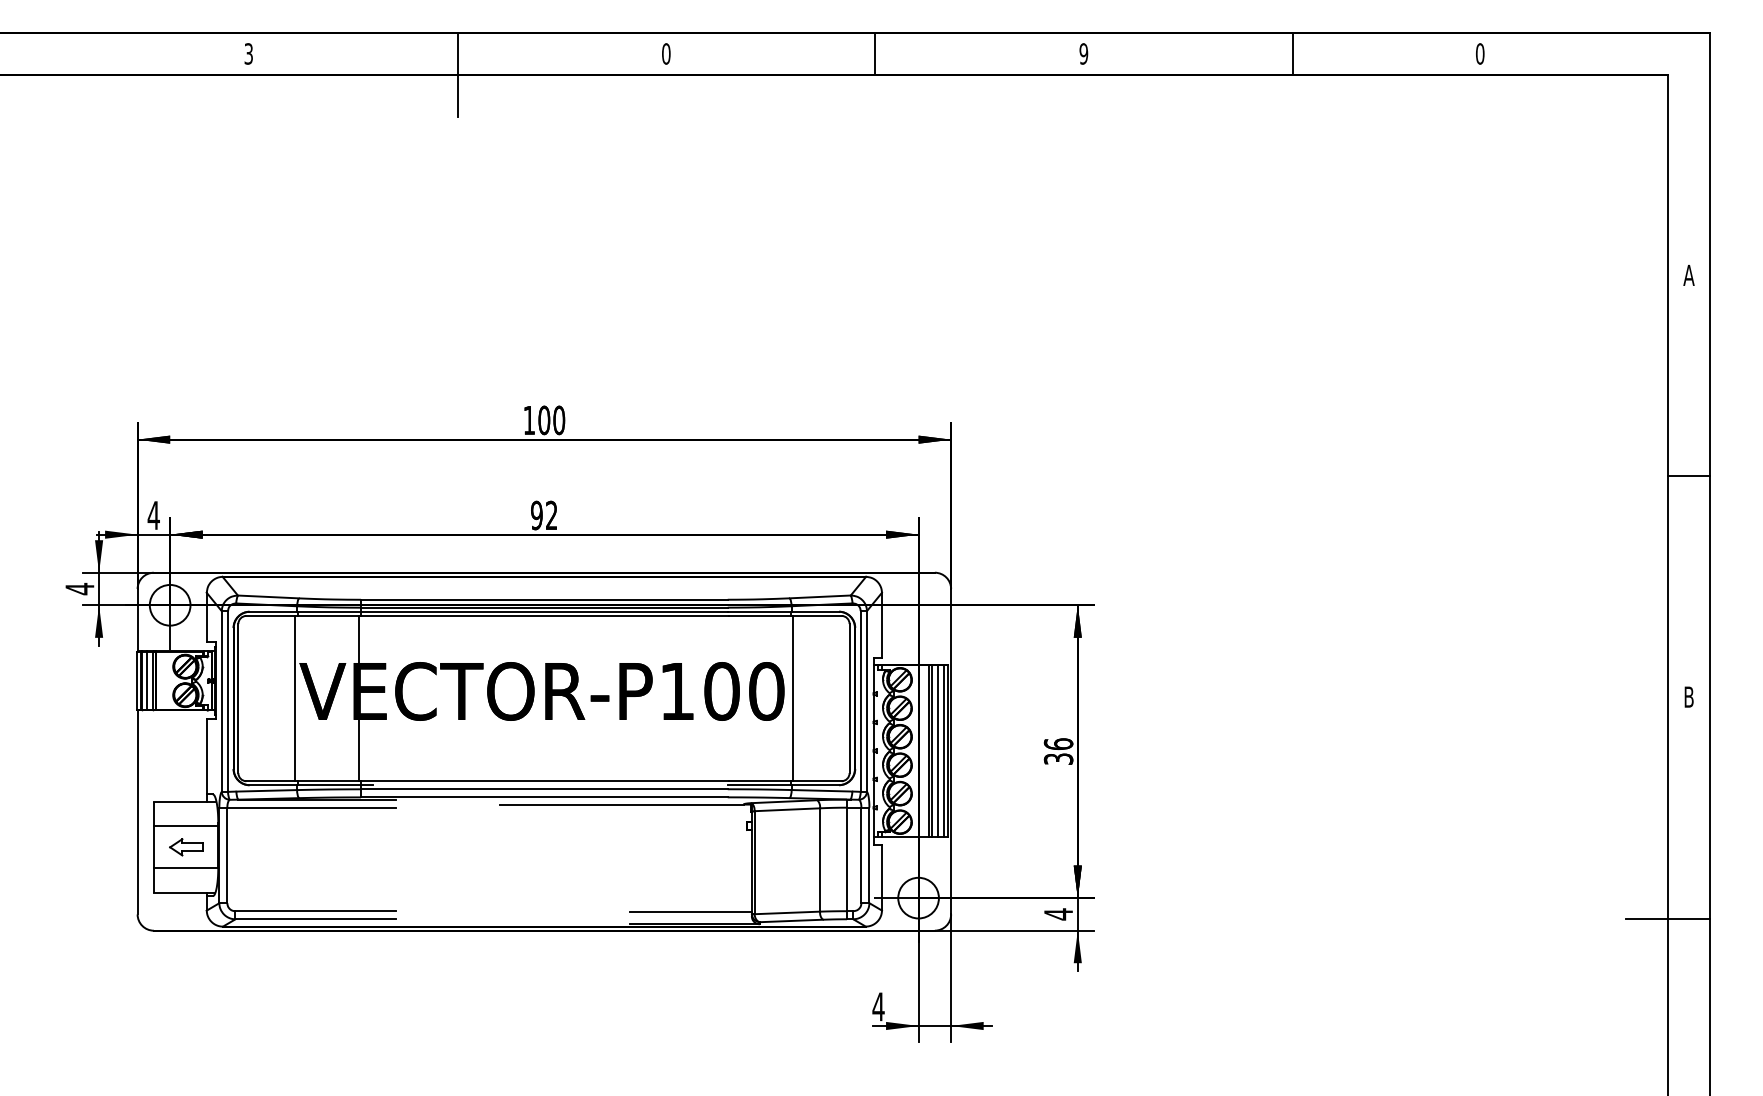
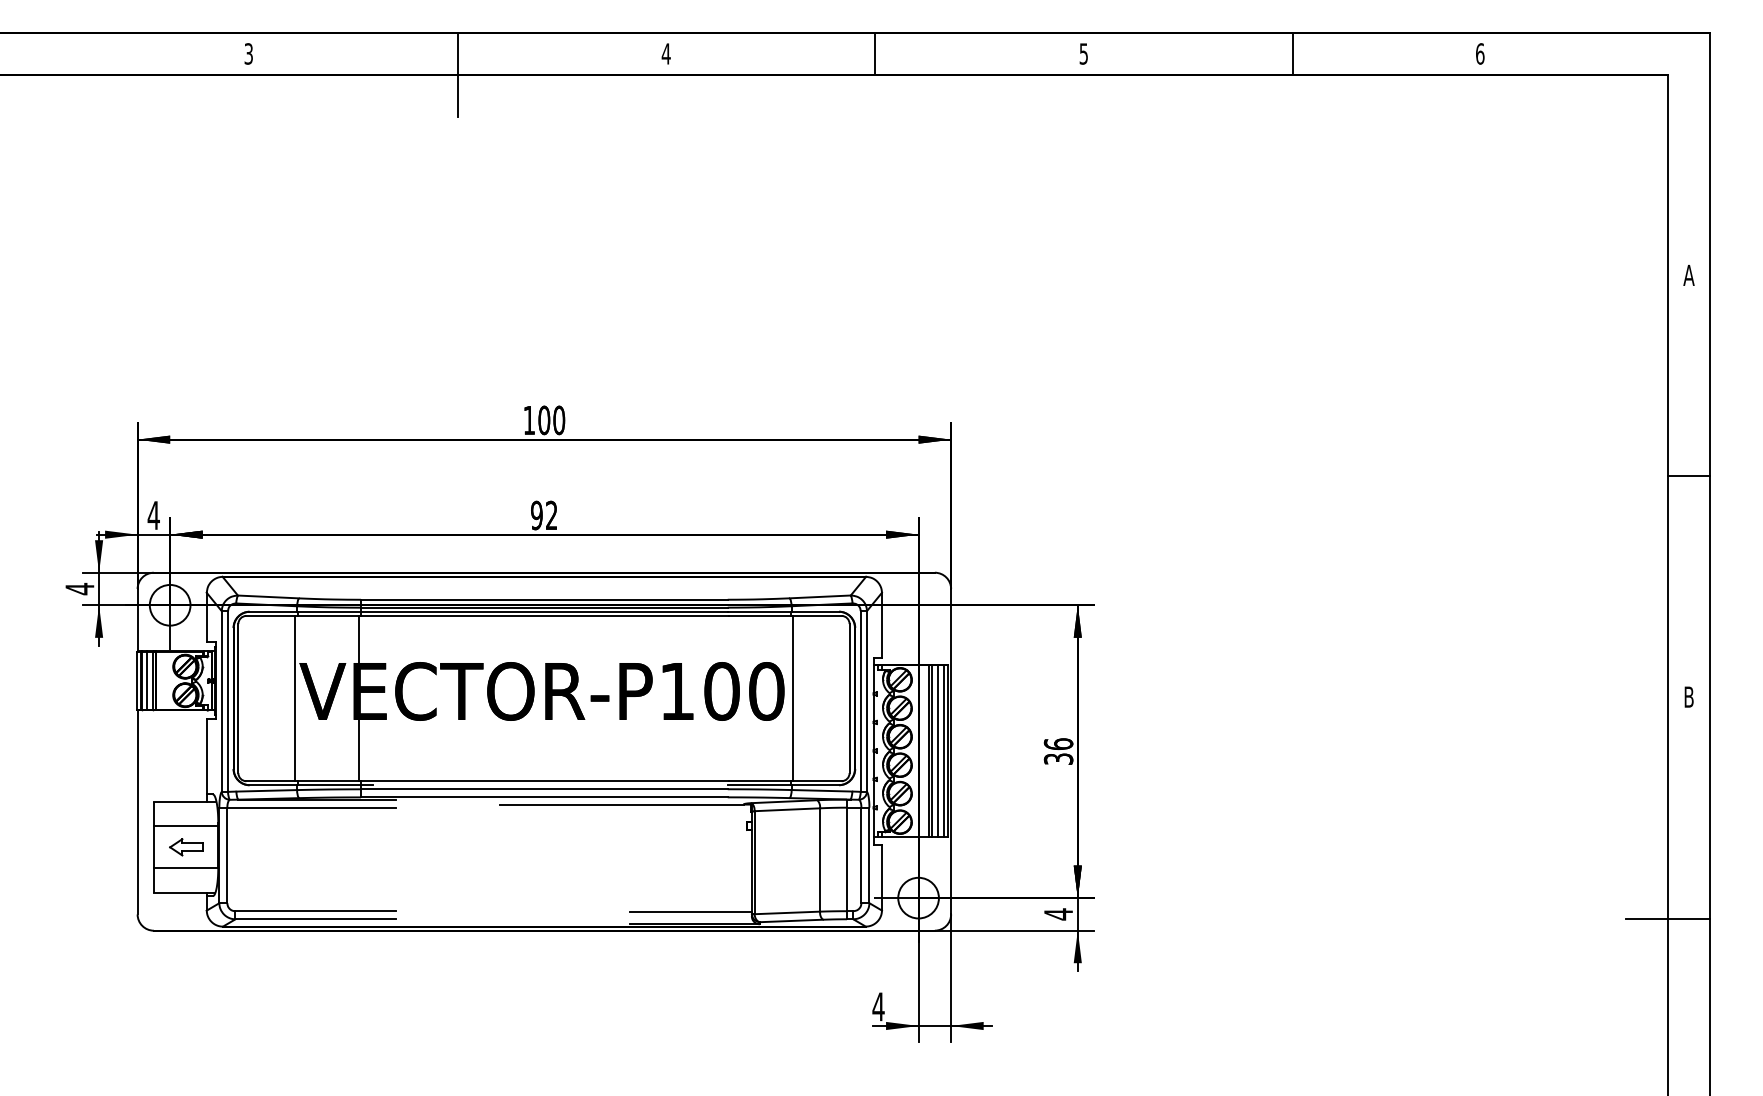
text at (665, 53): 0 -> 4
text at (1083, 53): 9 -> 5
text at (1480, 53): 0 -> 6
